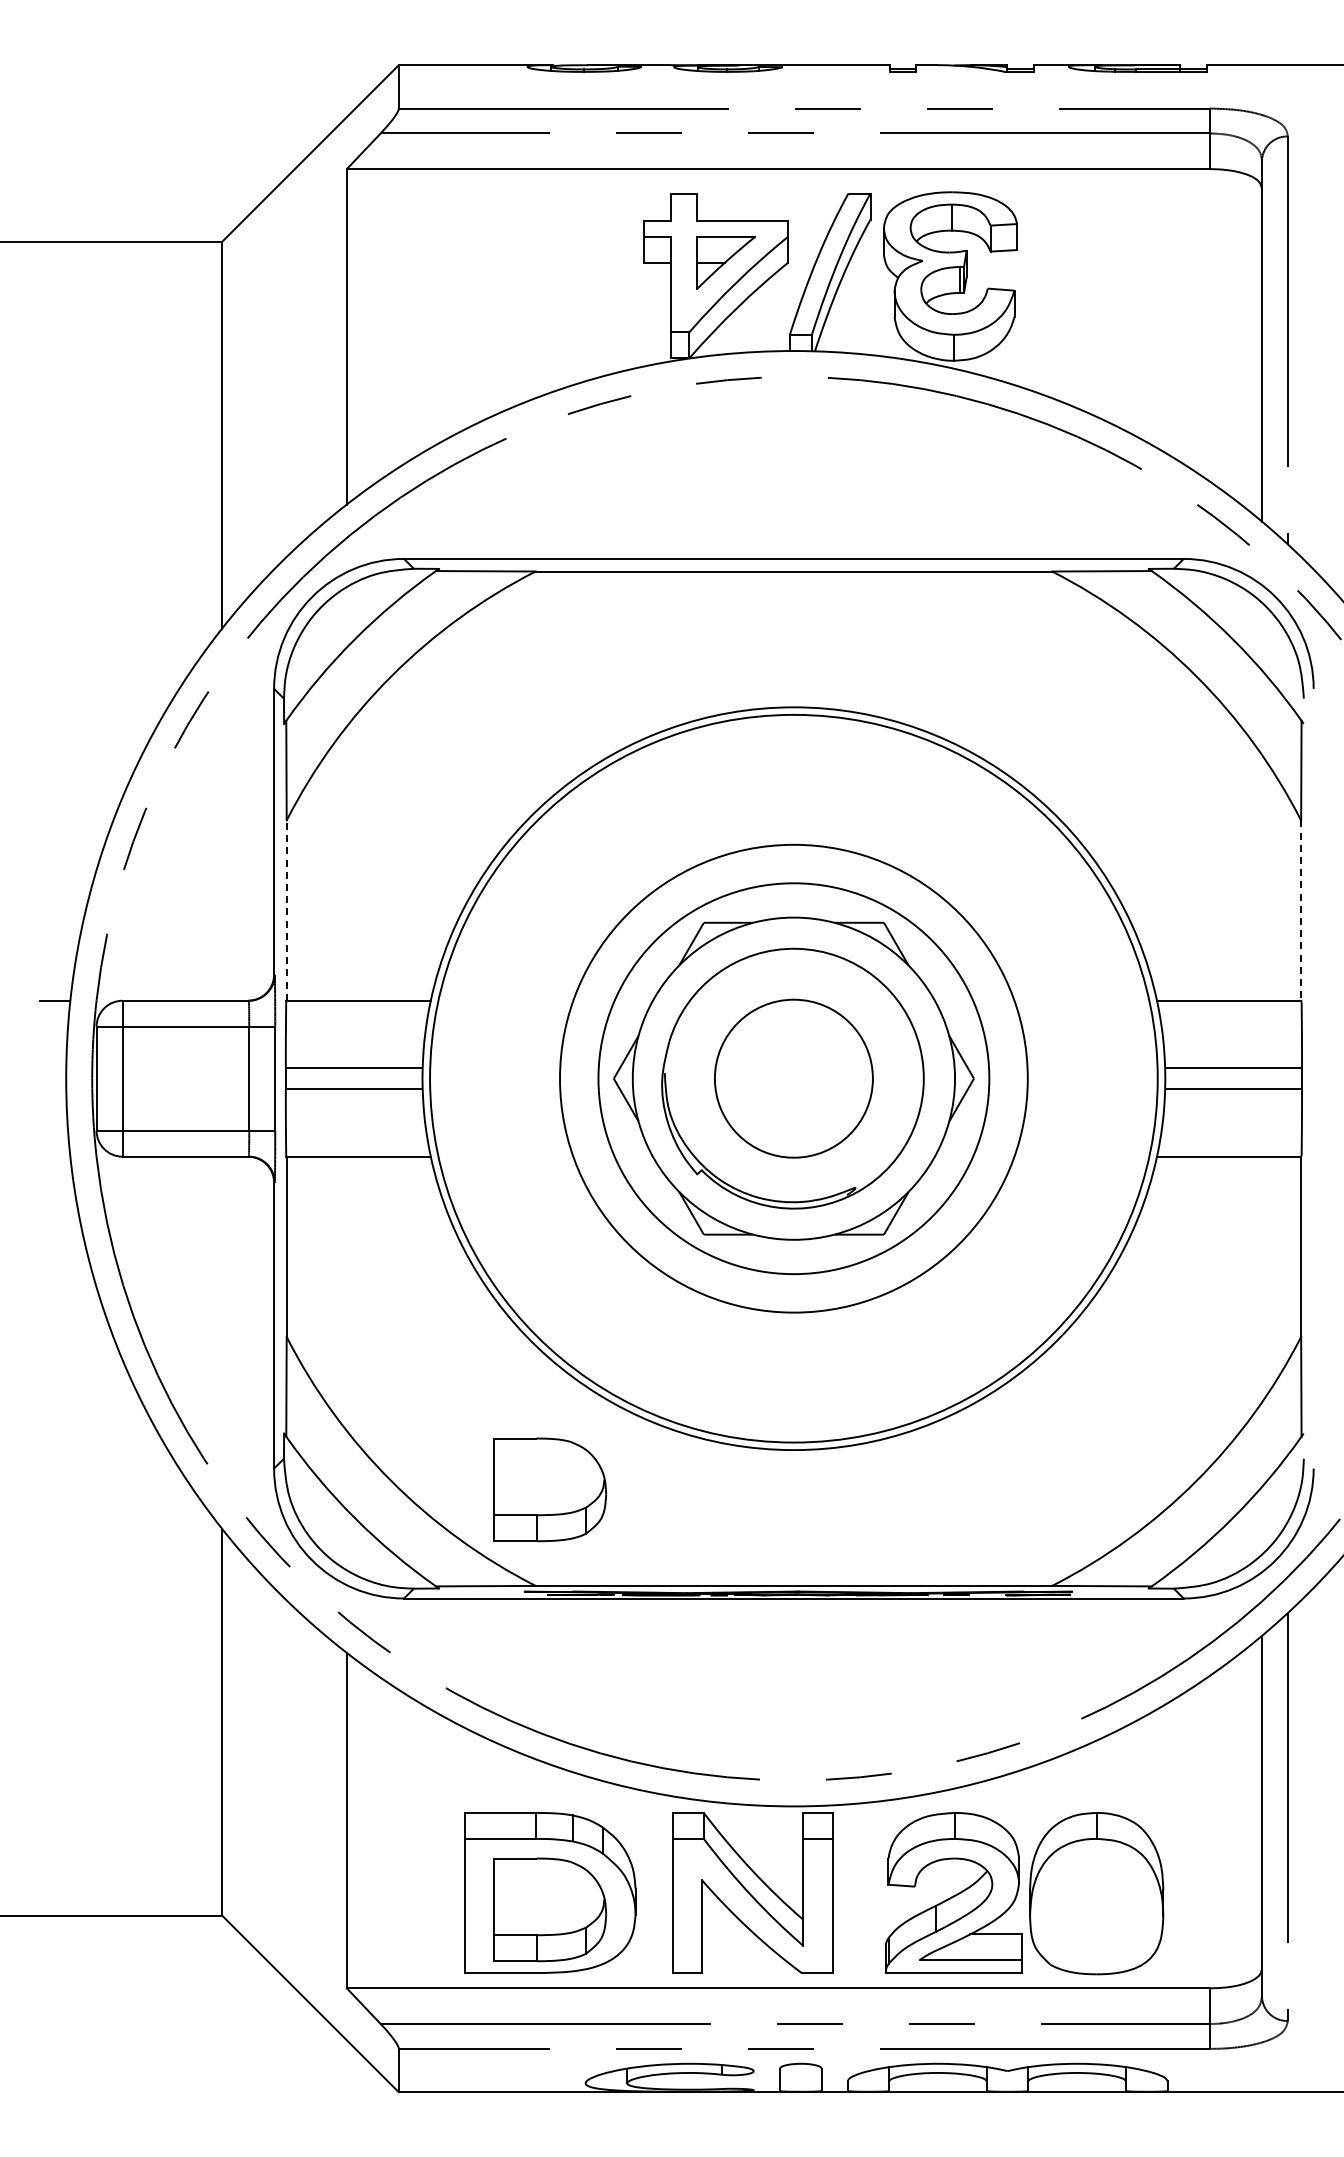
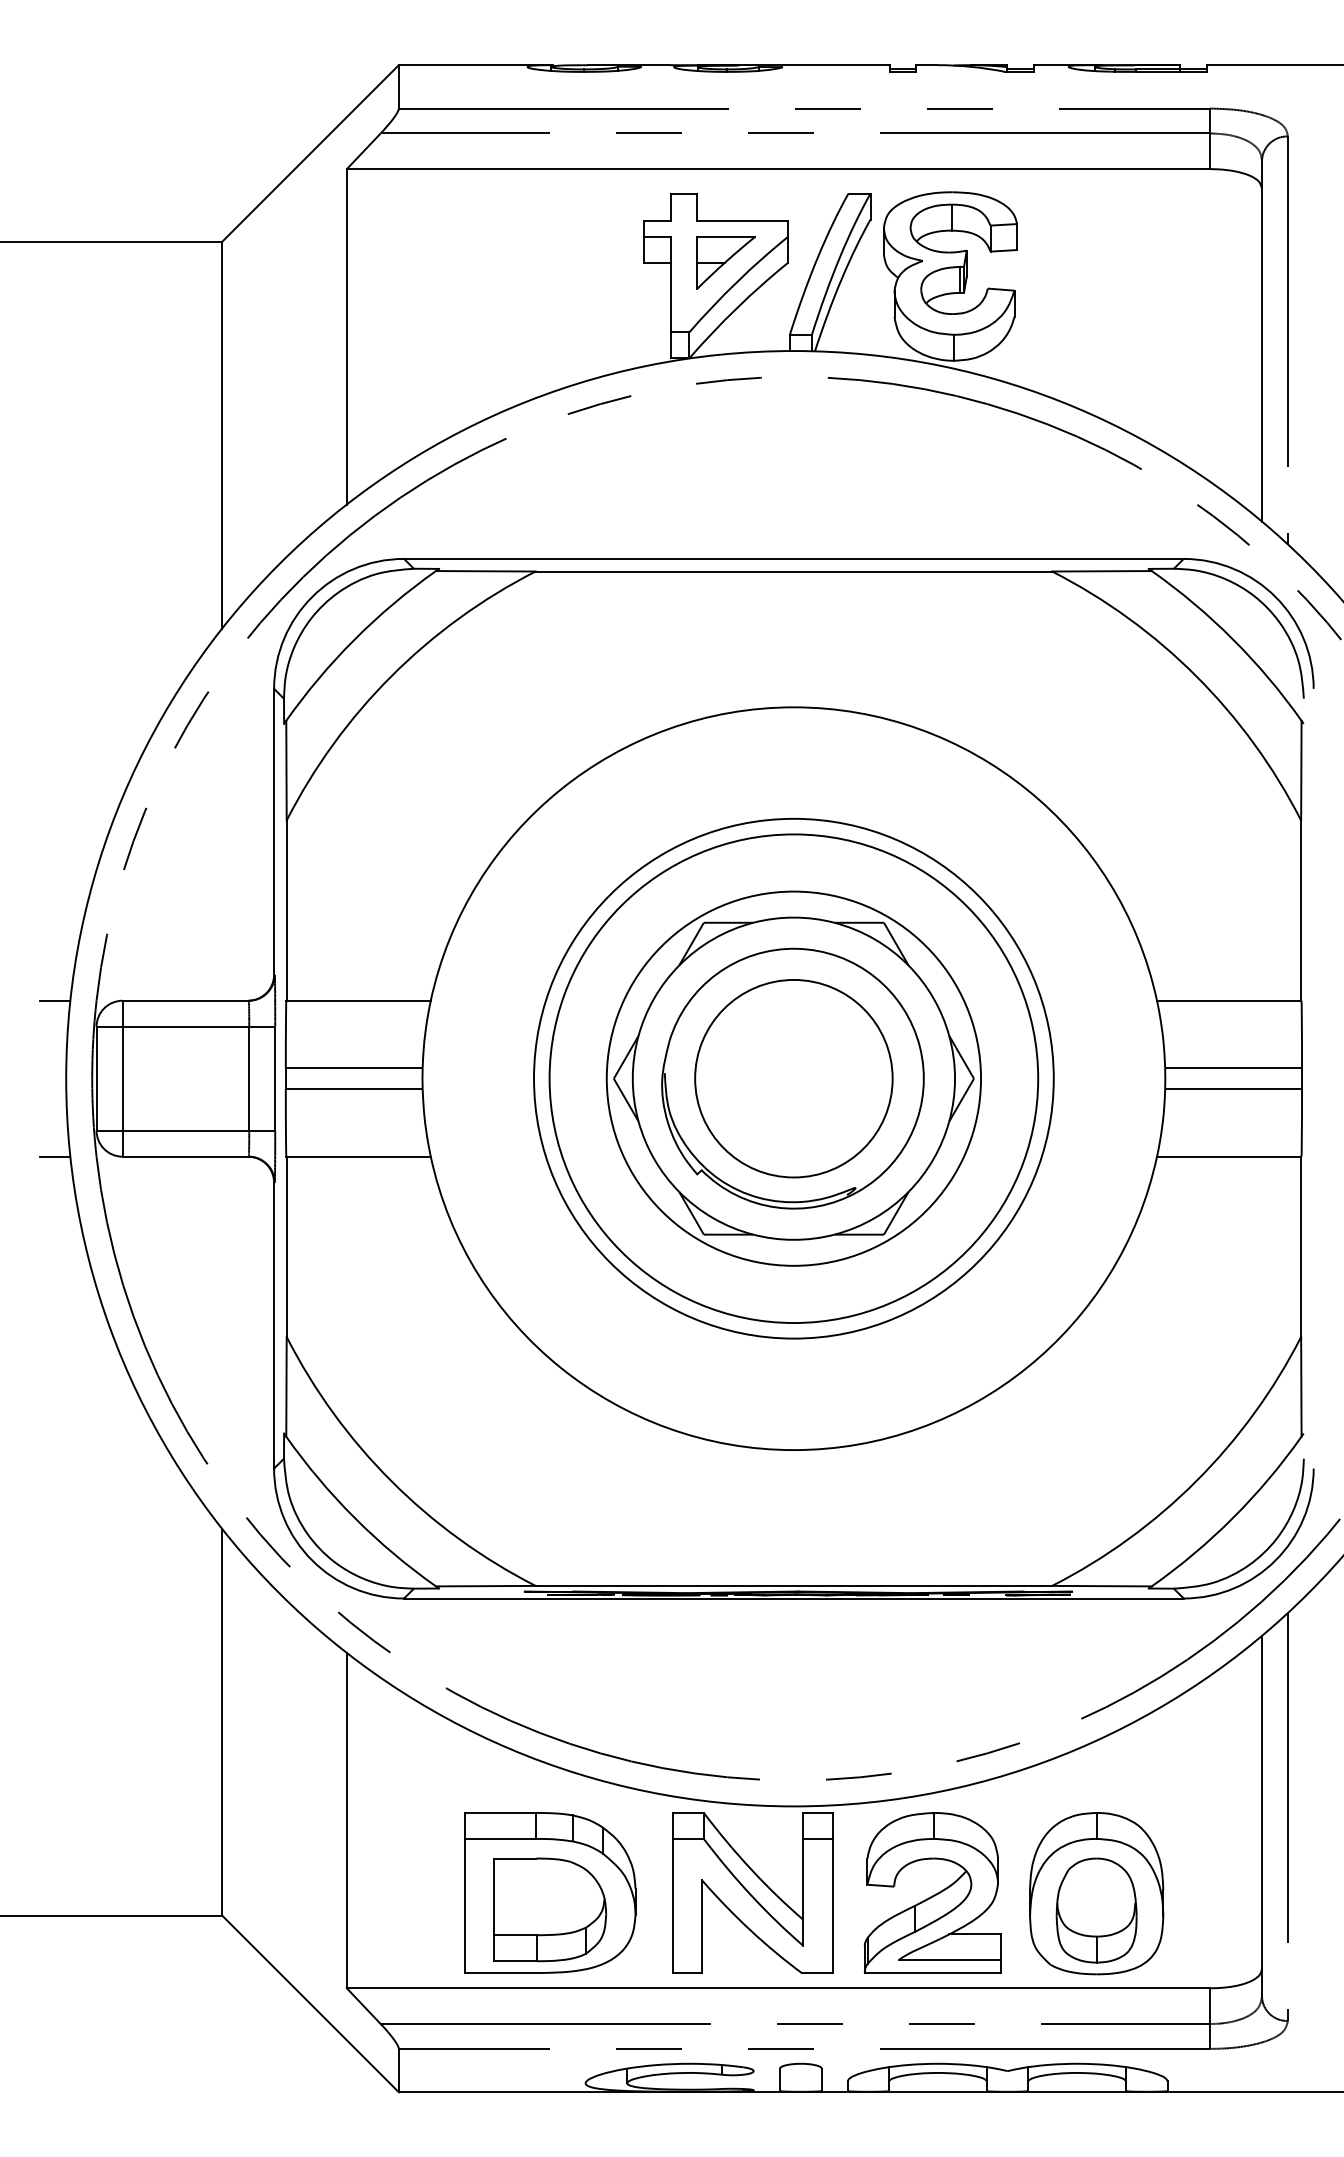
line at (286, 910): dashed -> solid
line at (1301, 911): dashed -> solid
circle at (793, 1078) diameter: 158 px -> 198 px
circle at (793, 1078) diameter: 391 px -> 489 px
circle at (793, 1078) diameter: 468 px -> 374 px
circle at (793, 1078) diameter: 728 px -> 520 px
line at (55, 1156): none -> present
part at (550, 1489): present -> none
part at (953, 1892) position: (953, 1892) -> (932, 1892)
part at (1096, 1910): none -> present
